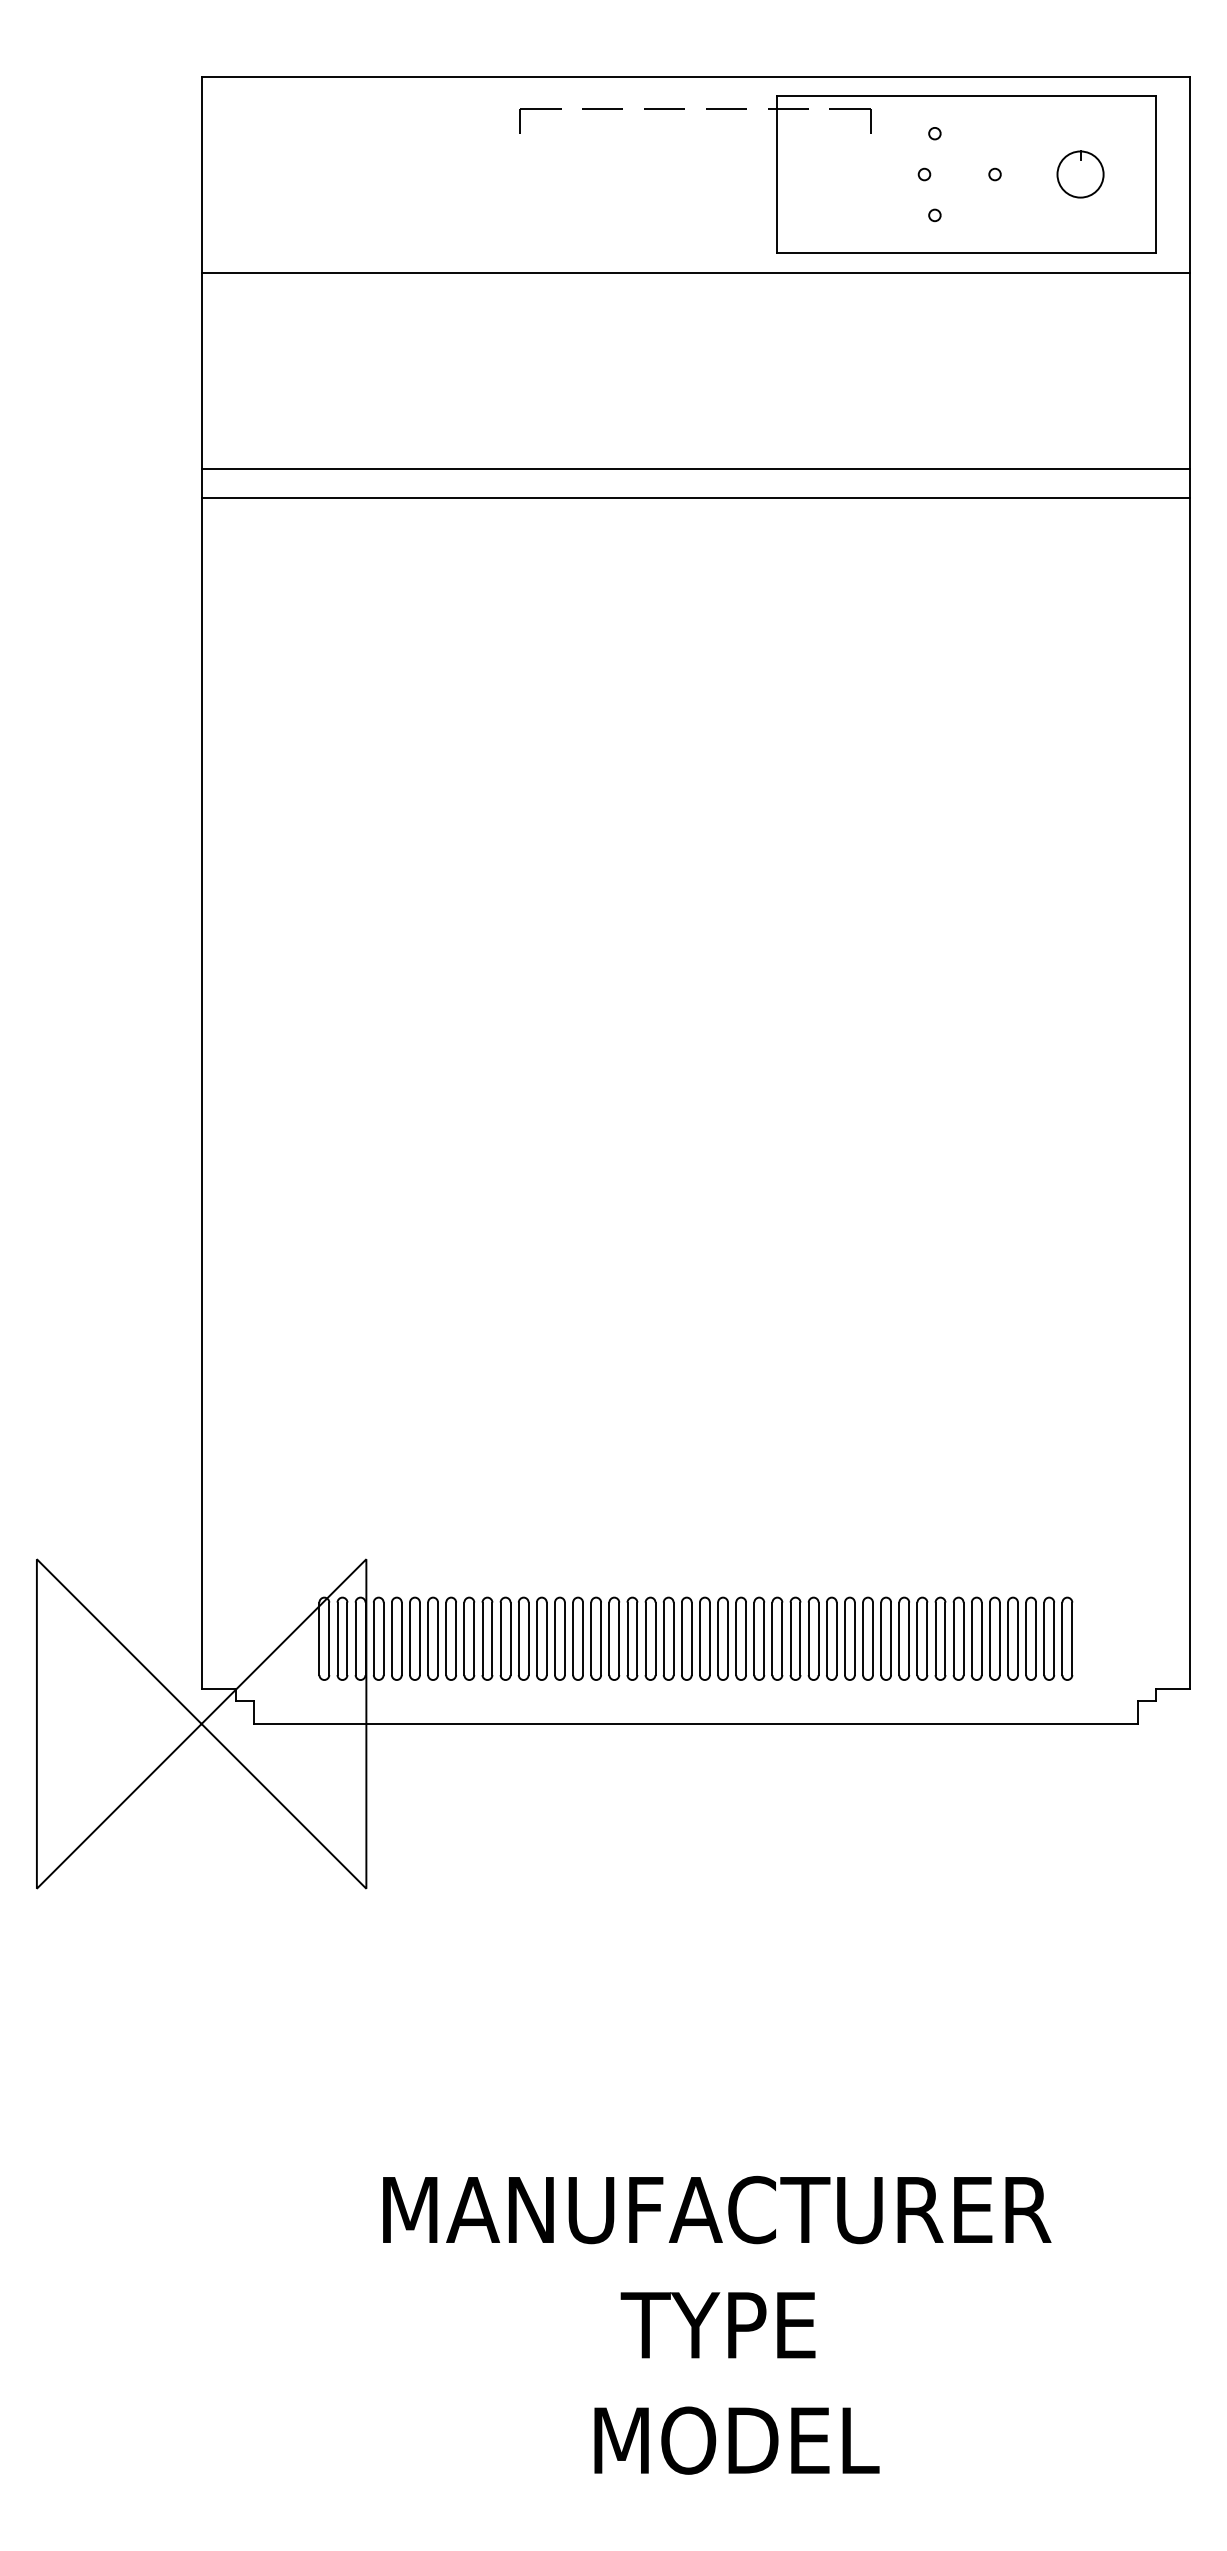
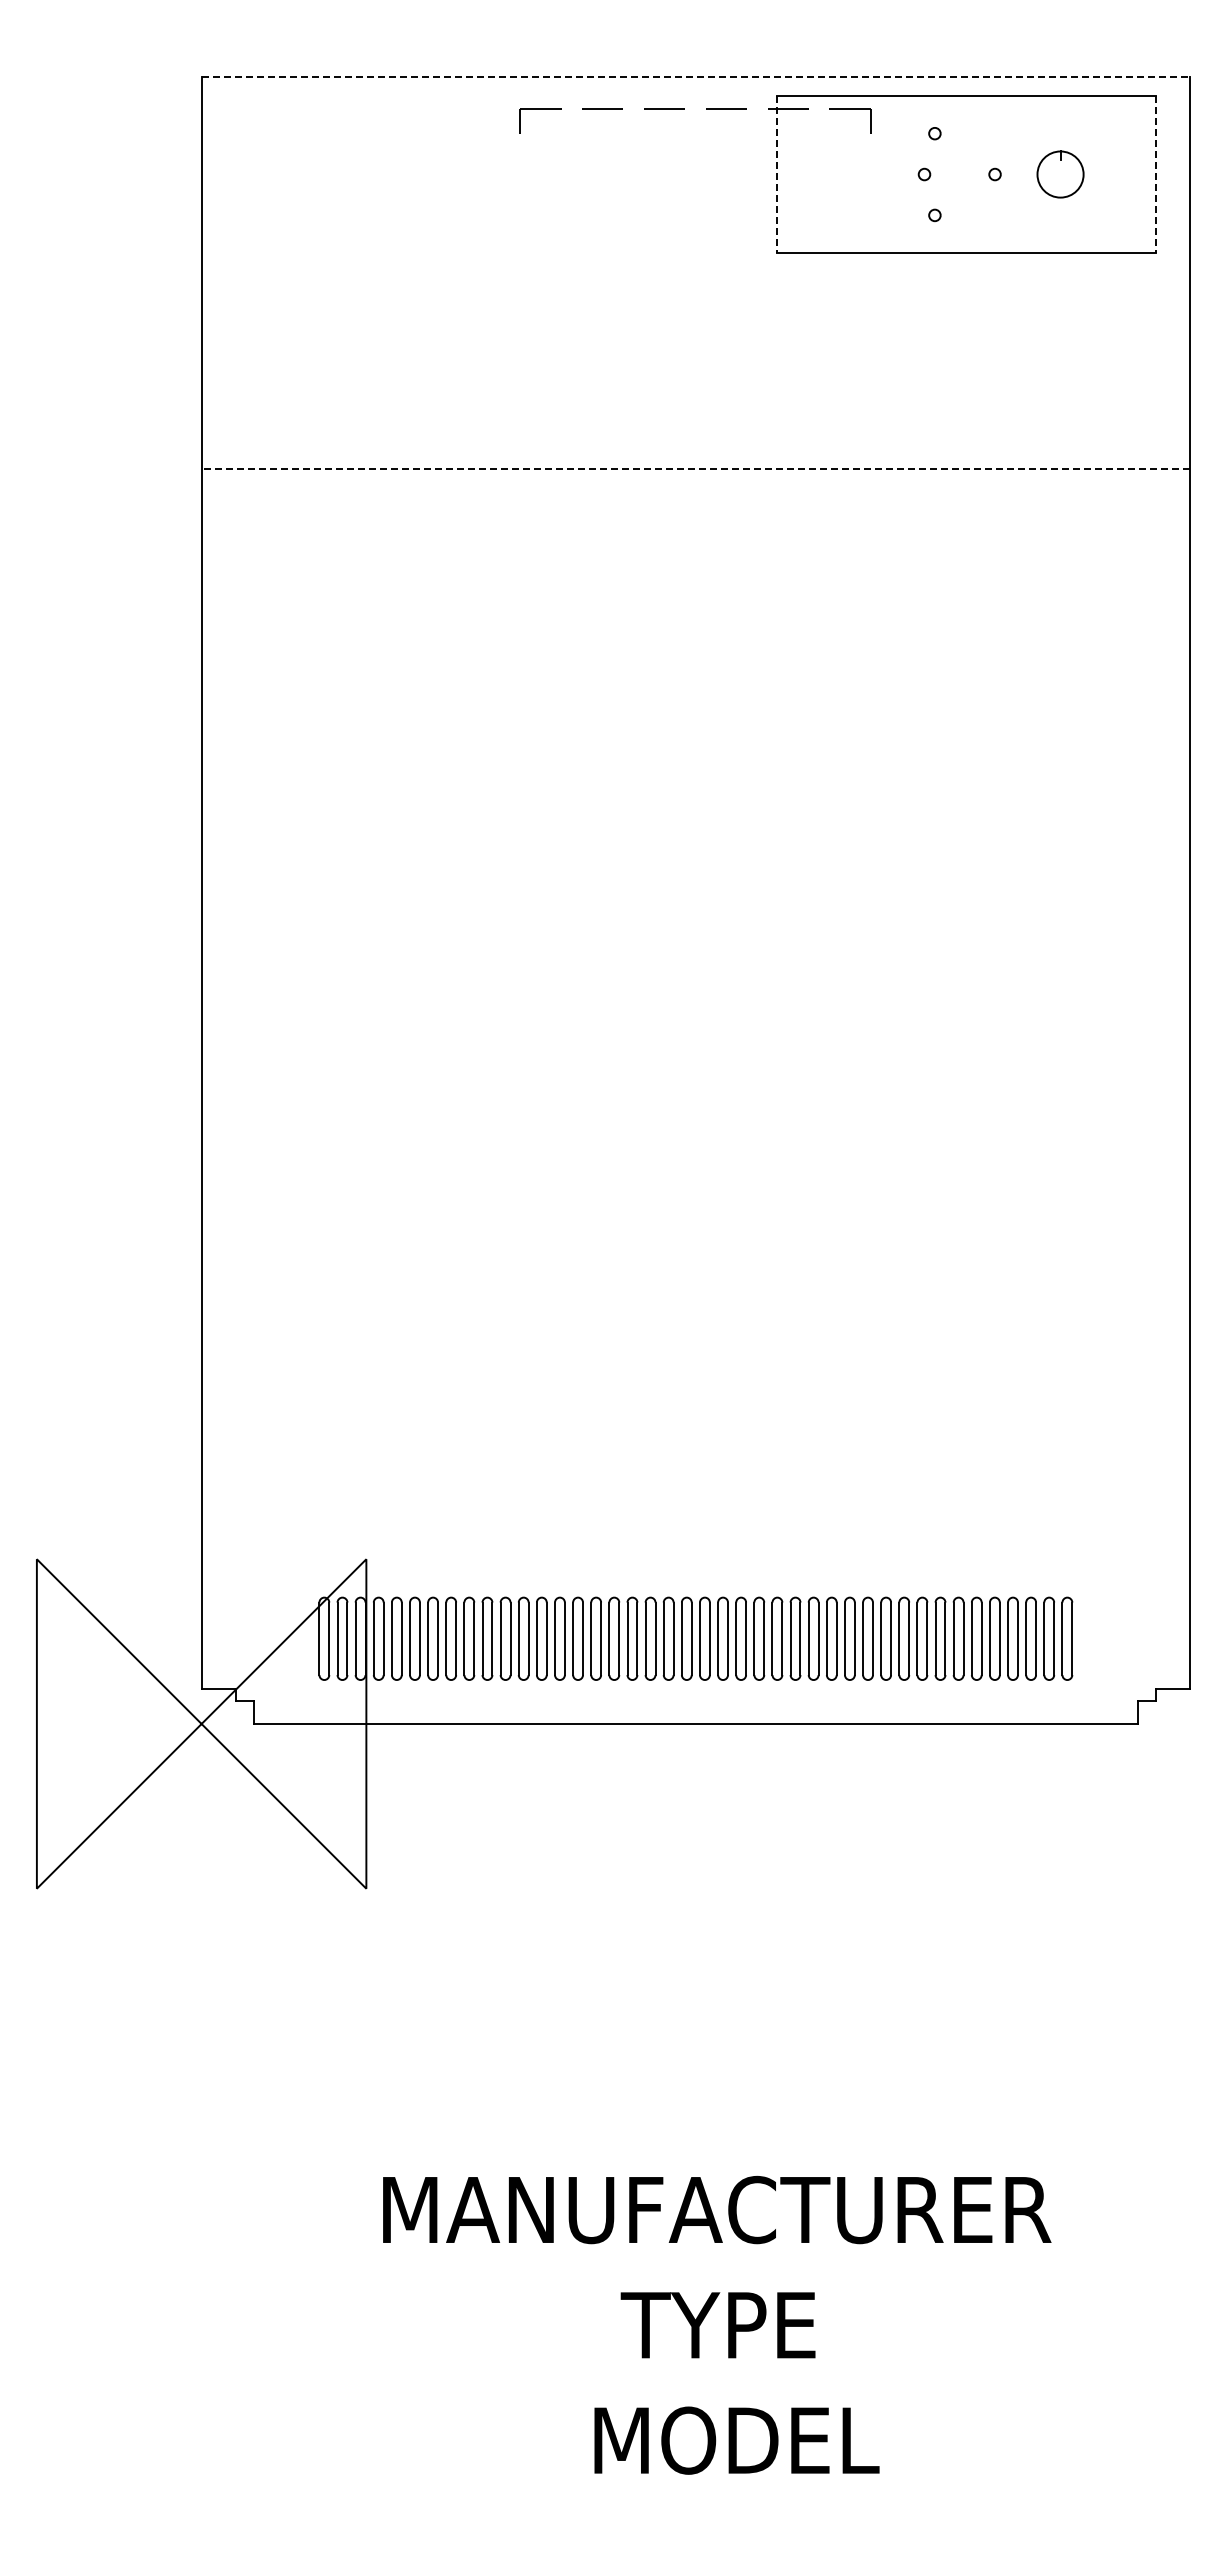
line at (696, 76): solid -> dashed
part at (1080, 174) position: (1080, 174) -> (1060, 174)
line at (776, 175): solid -> dashed
line at (1155, 175): solid -> dashed
line at (695, 272): present -> none
line at (695, 468): solid -> dashed
line at (695, 498): present -> none
